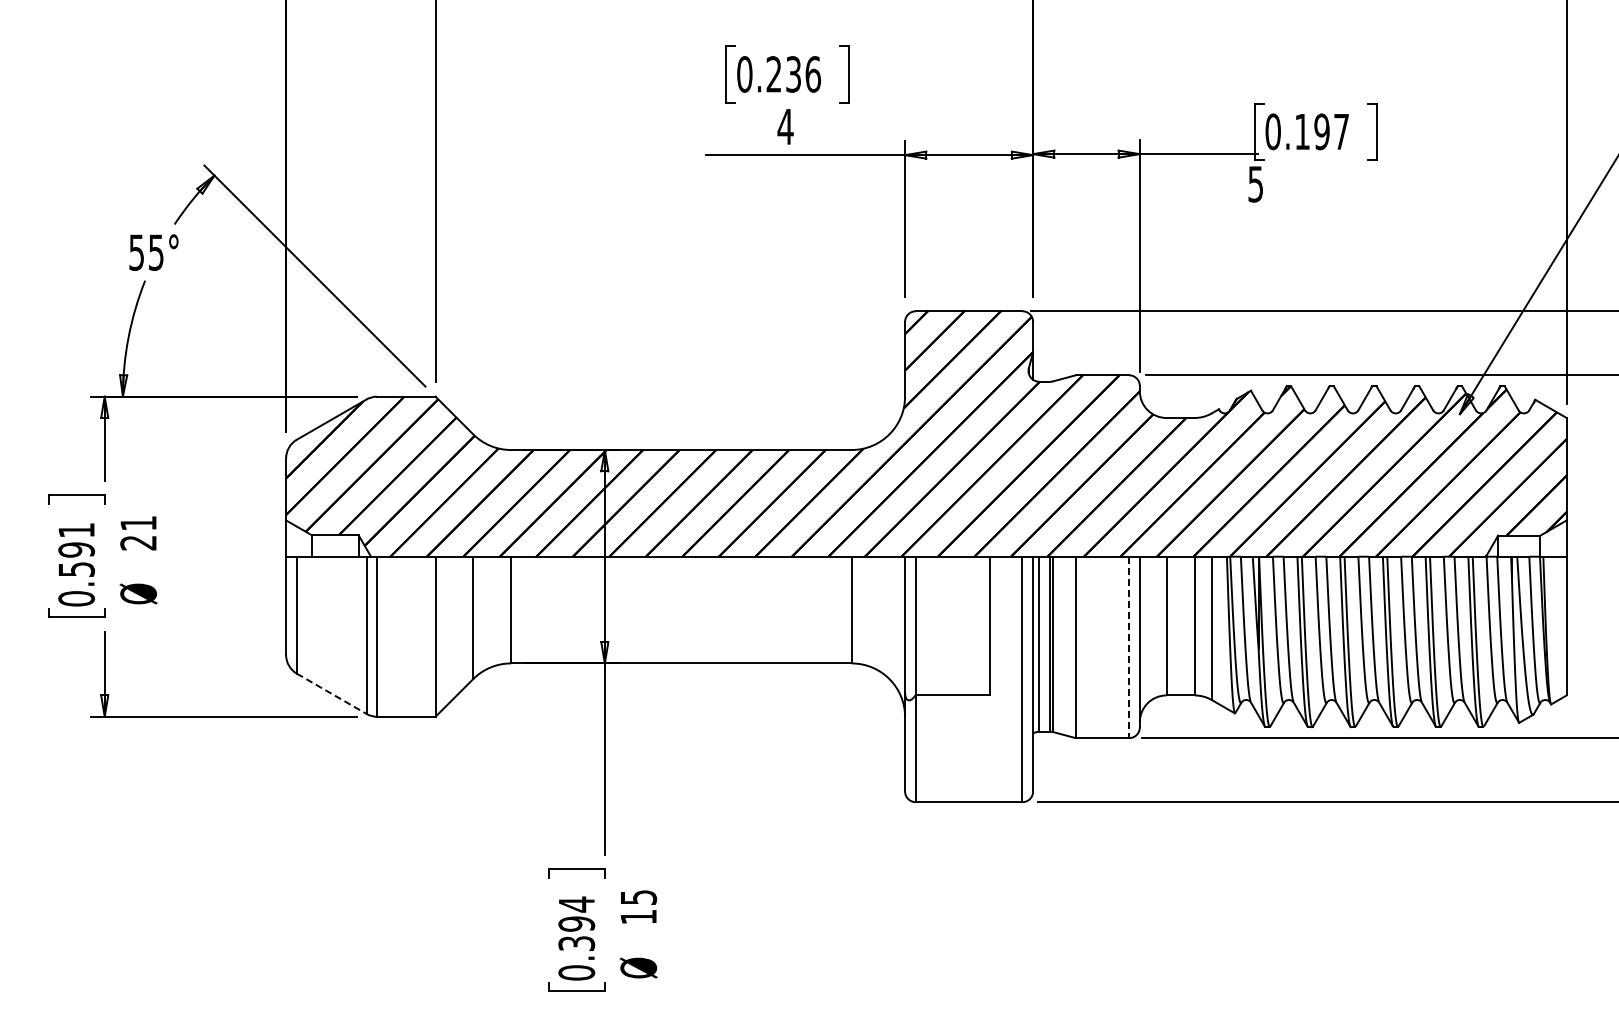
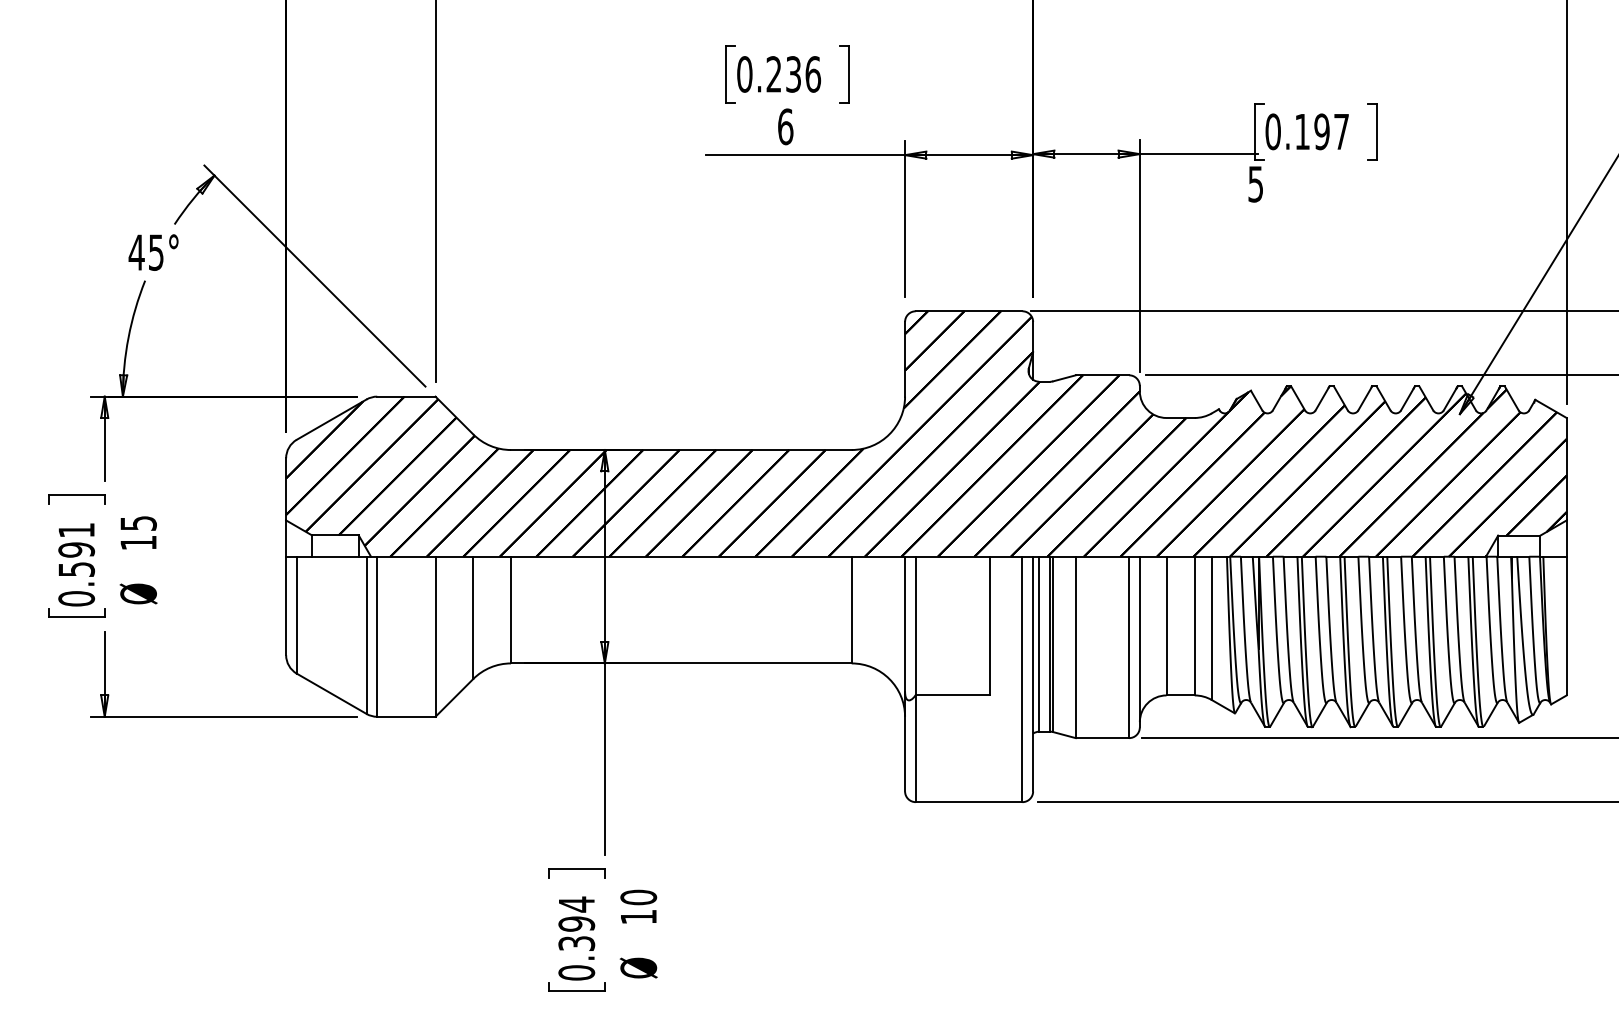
text at (785, 126): 4 -> 6
text at (136, 252): 55° -> 45°
text at (138, 533): 21 -> 15
line at (1129, 647): dashed -> solid
line at (332, 694): dashed -> solid
text at (638, 897): 15 -> 10
